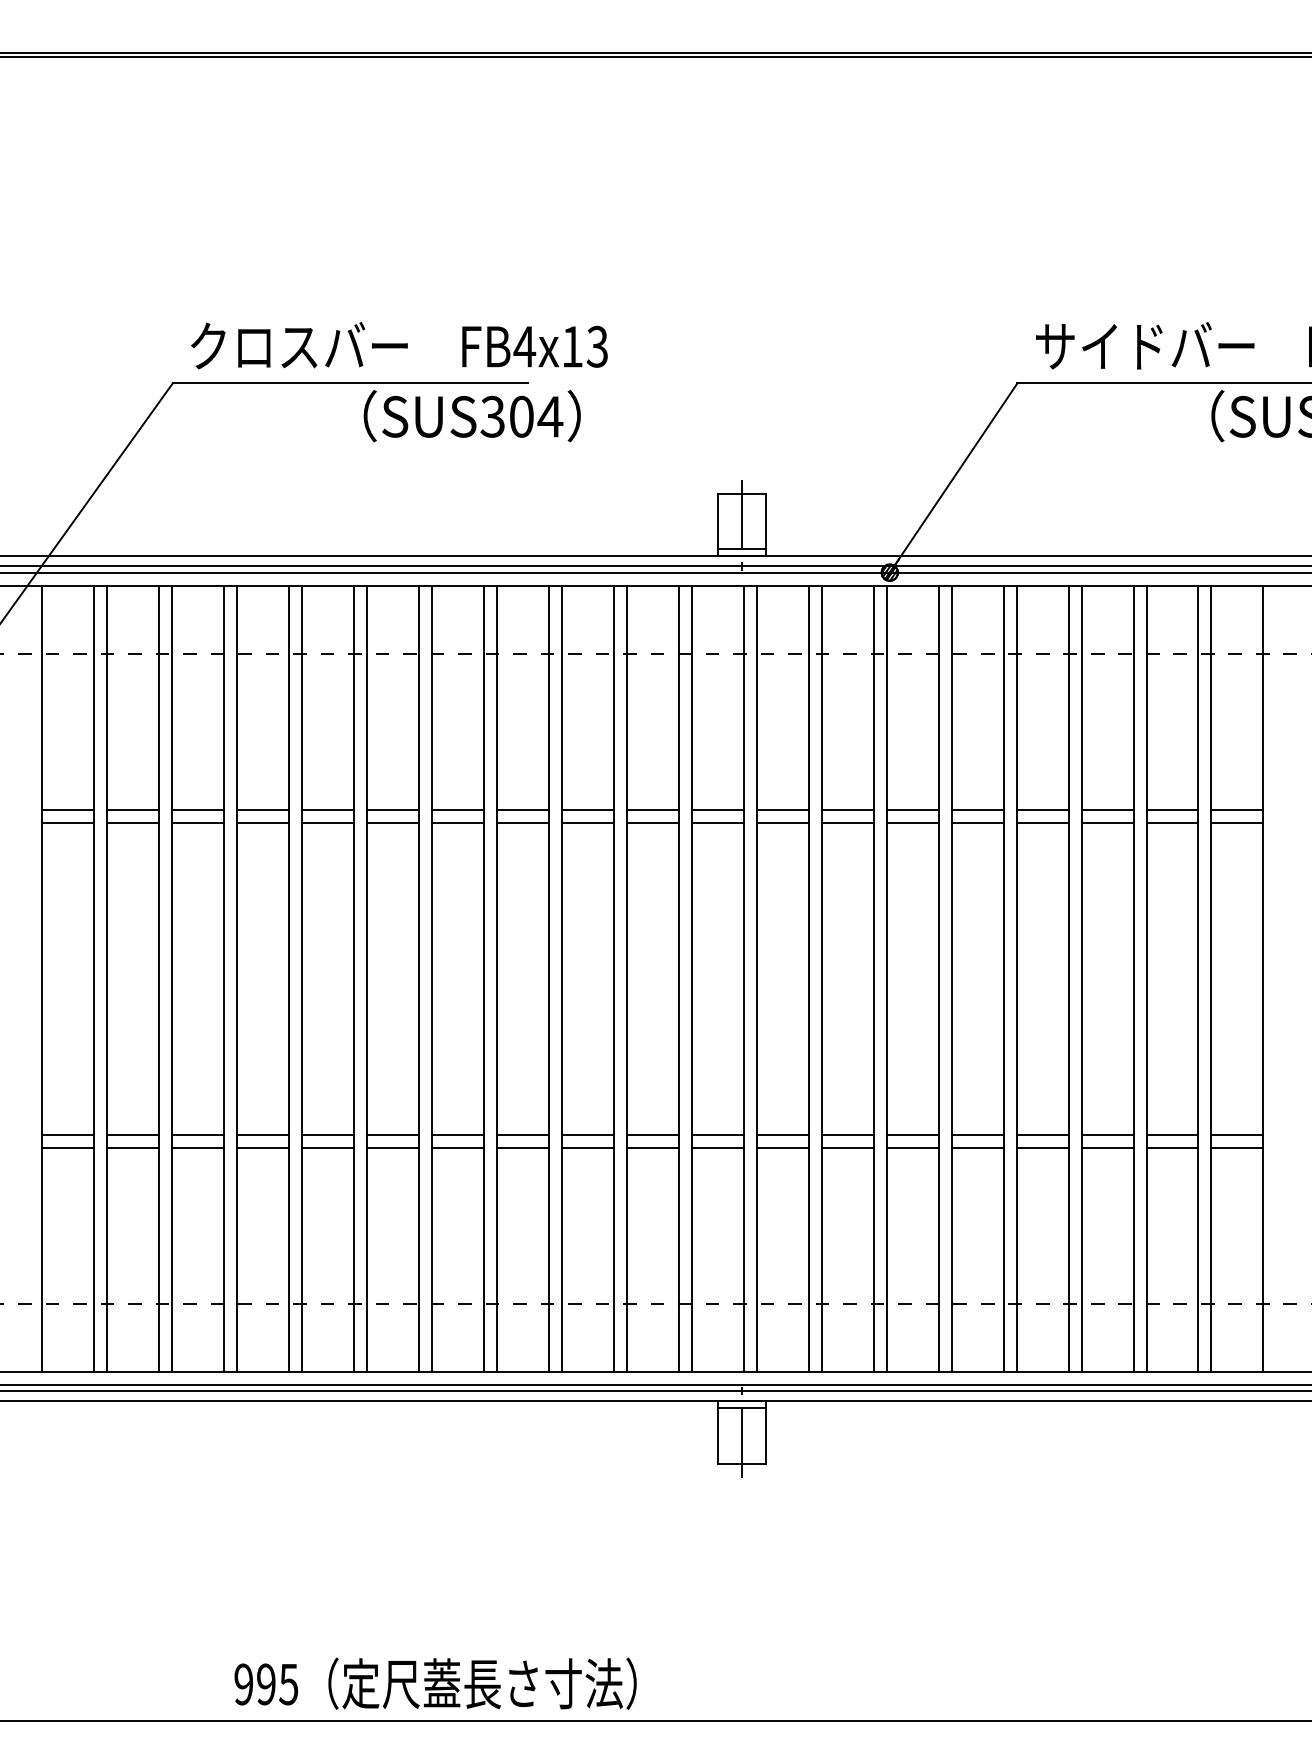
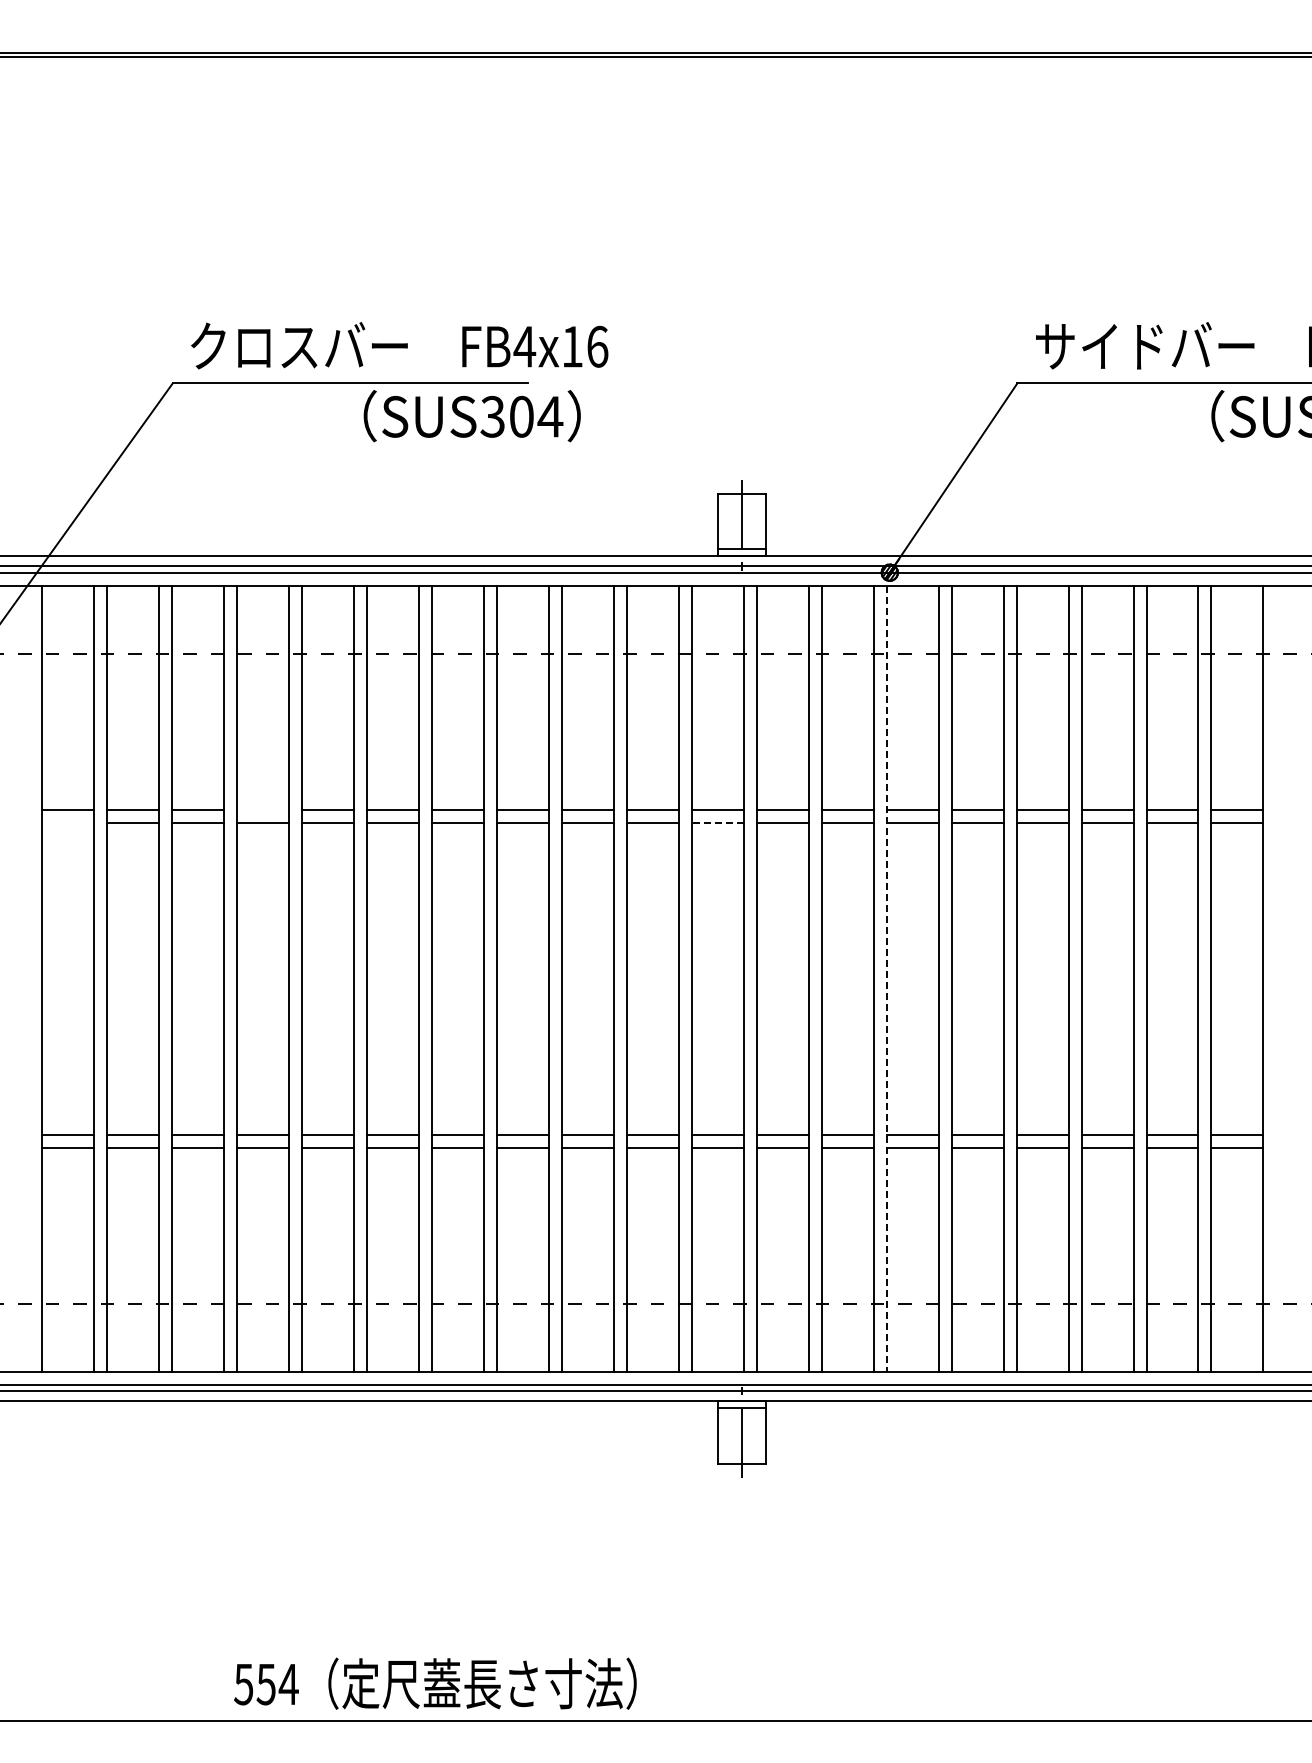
text at (597, 346): FB4x13 -> FB4x16
line at (262, 809): present -> none
line at (68, 822): present -> none
line at (717, 822): solid -> dashed
line at (886, 979): solid -> dashed
text at (266, 1684): 995 -> 554
